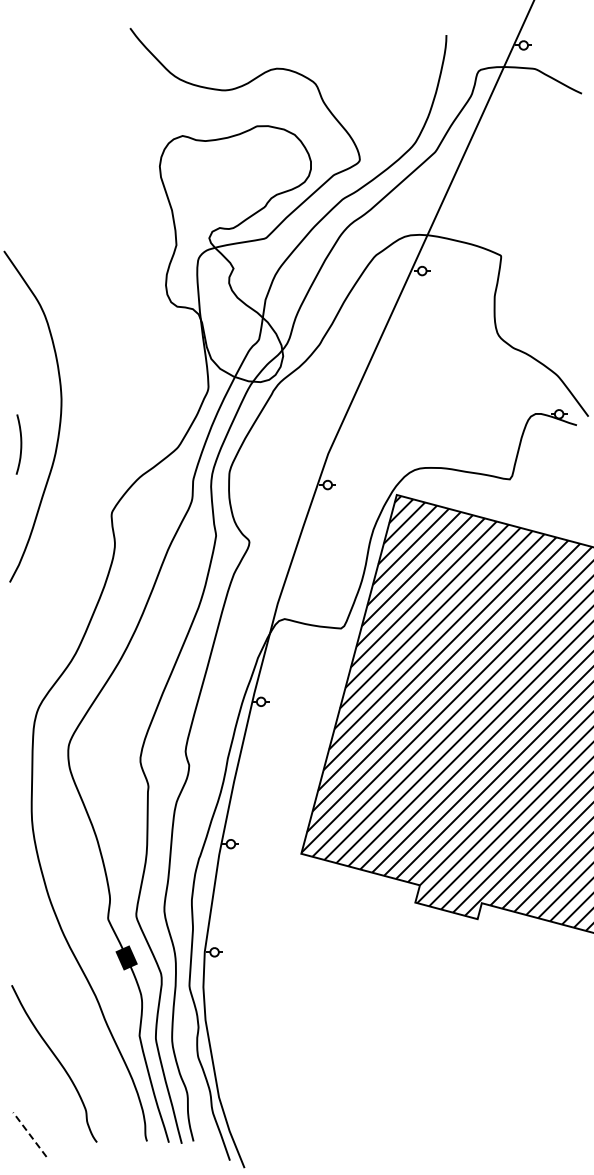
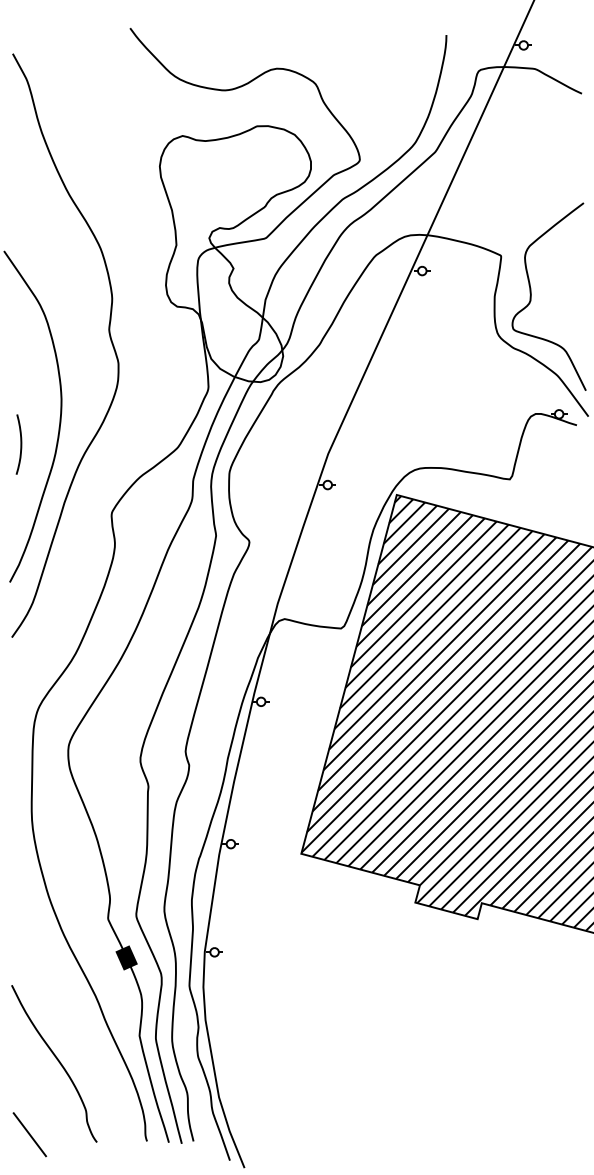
curve at (531, 296): none -> present
curve at (108, 333): none -> present
line at (29, 1134): dashed -> solid
